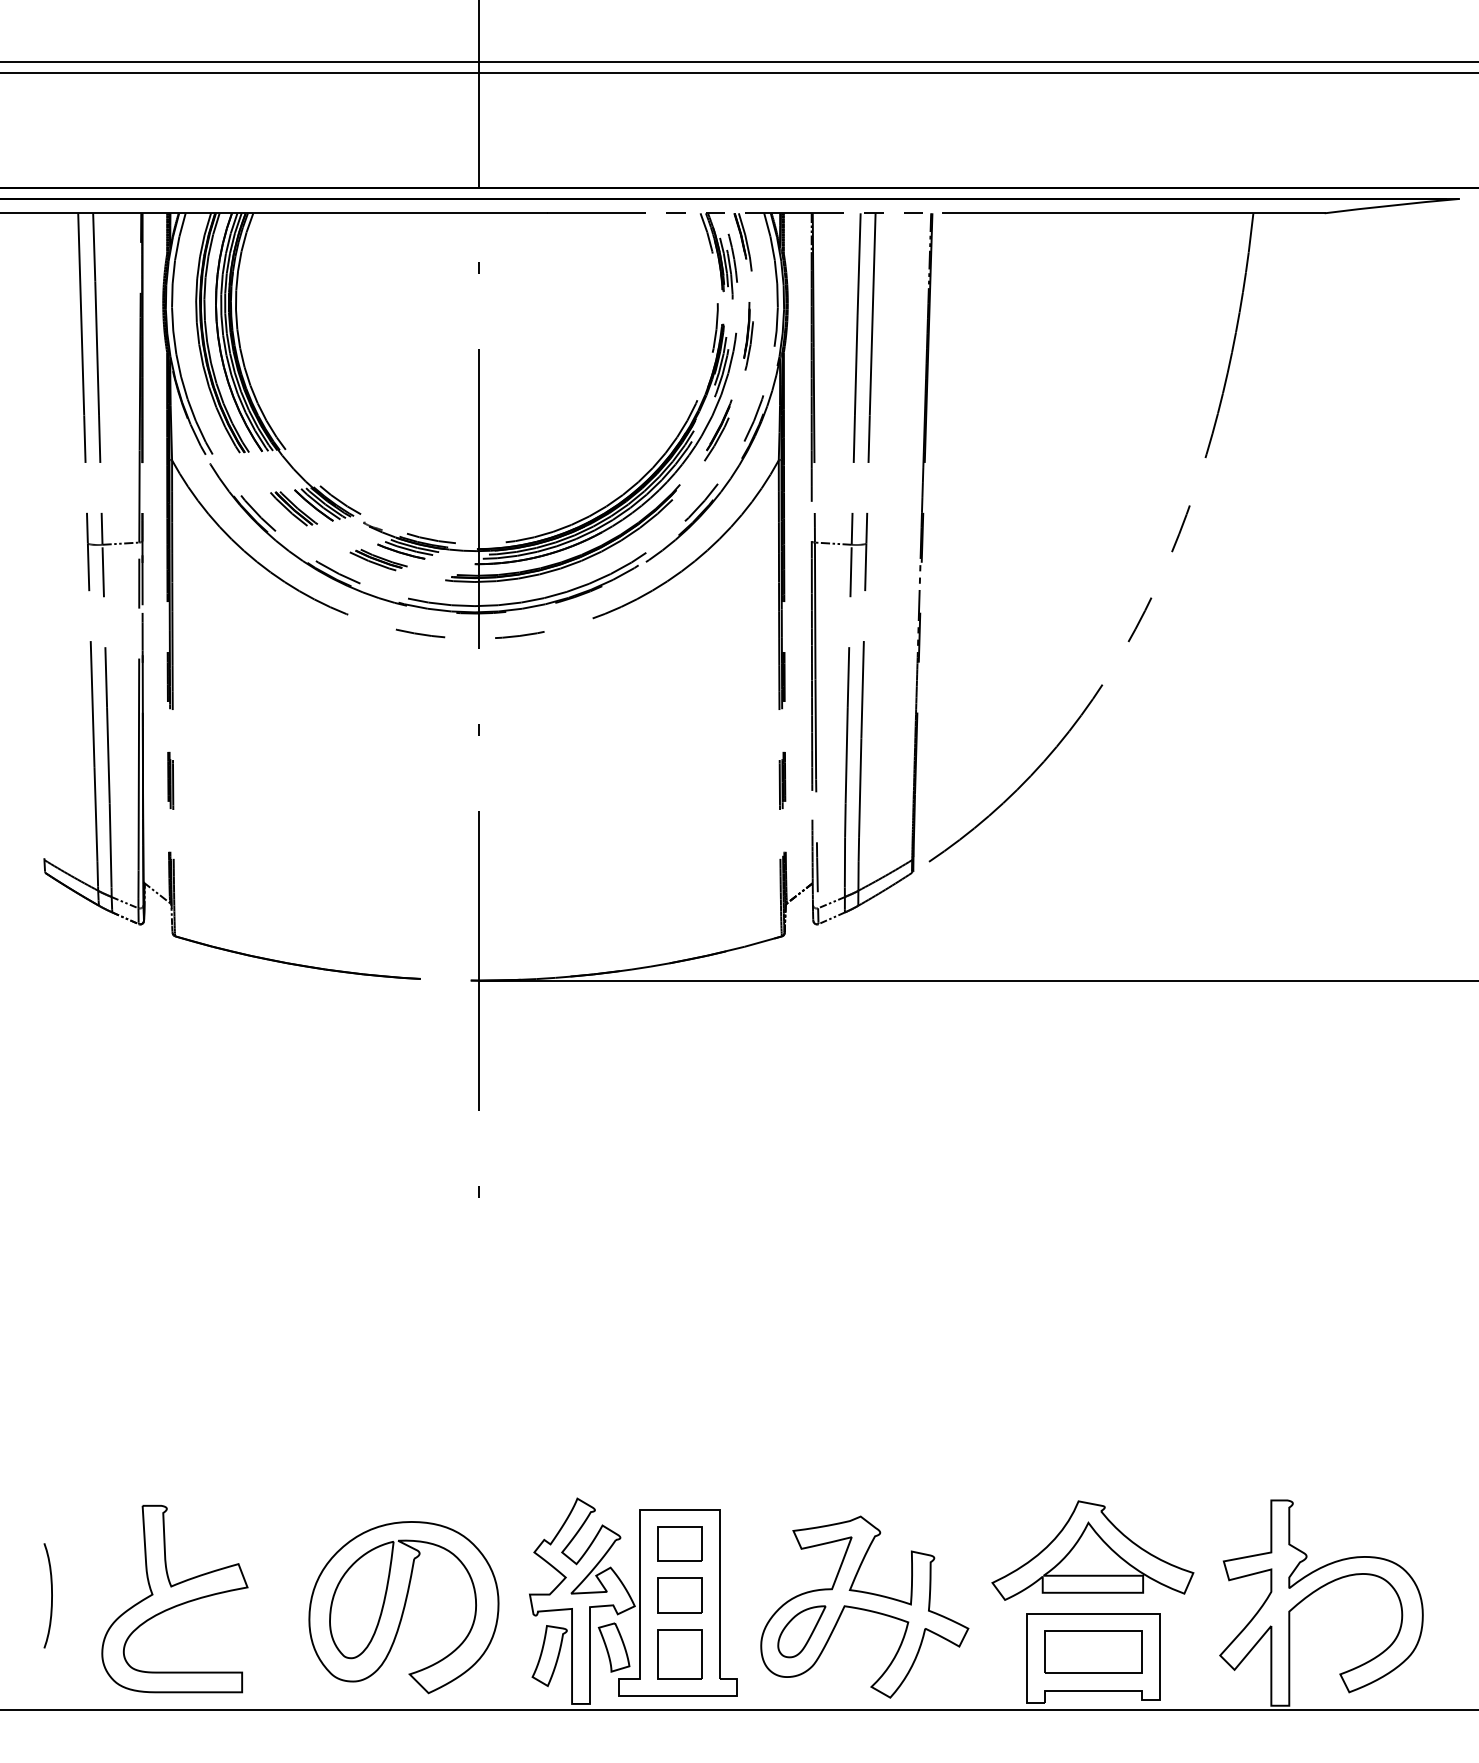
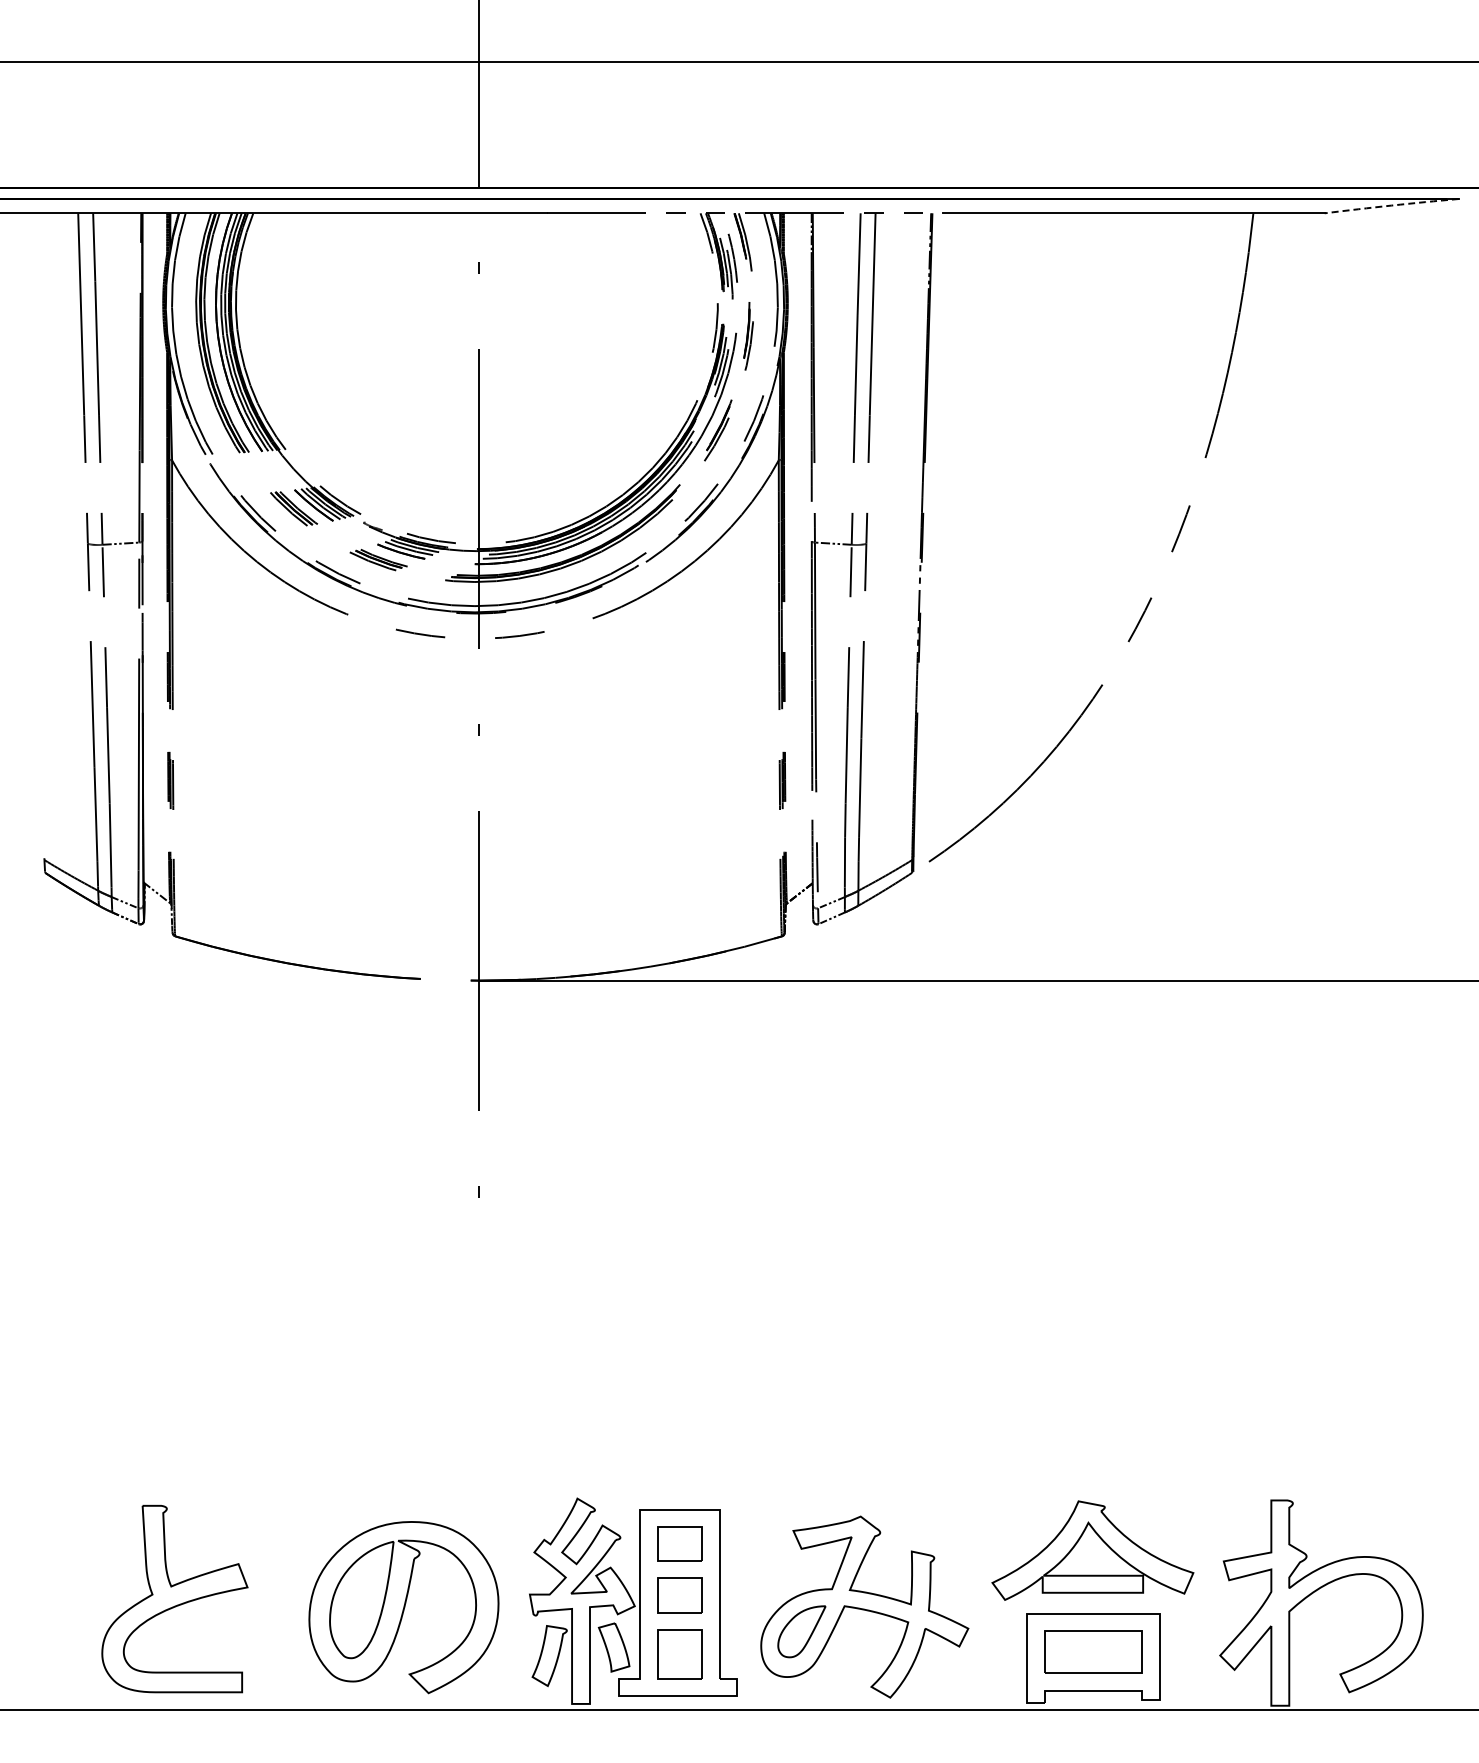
line at (738, 72): present -> none
arc at (1391, 205): solid -> dashed
curve at (51, 1595): present -> none
